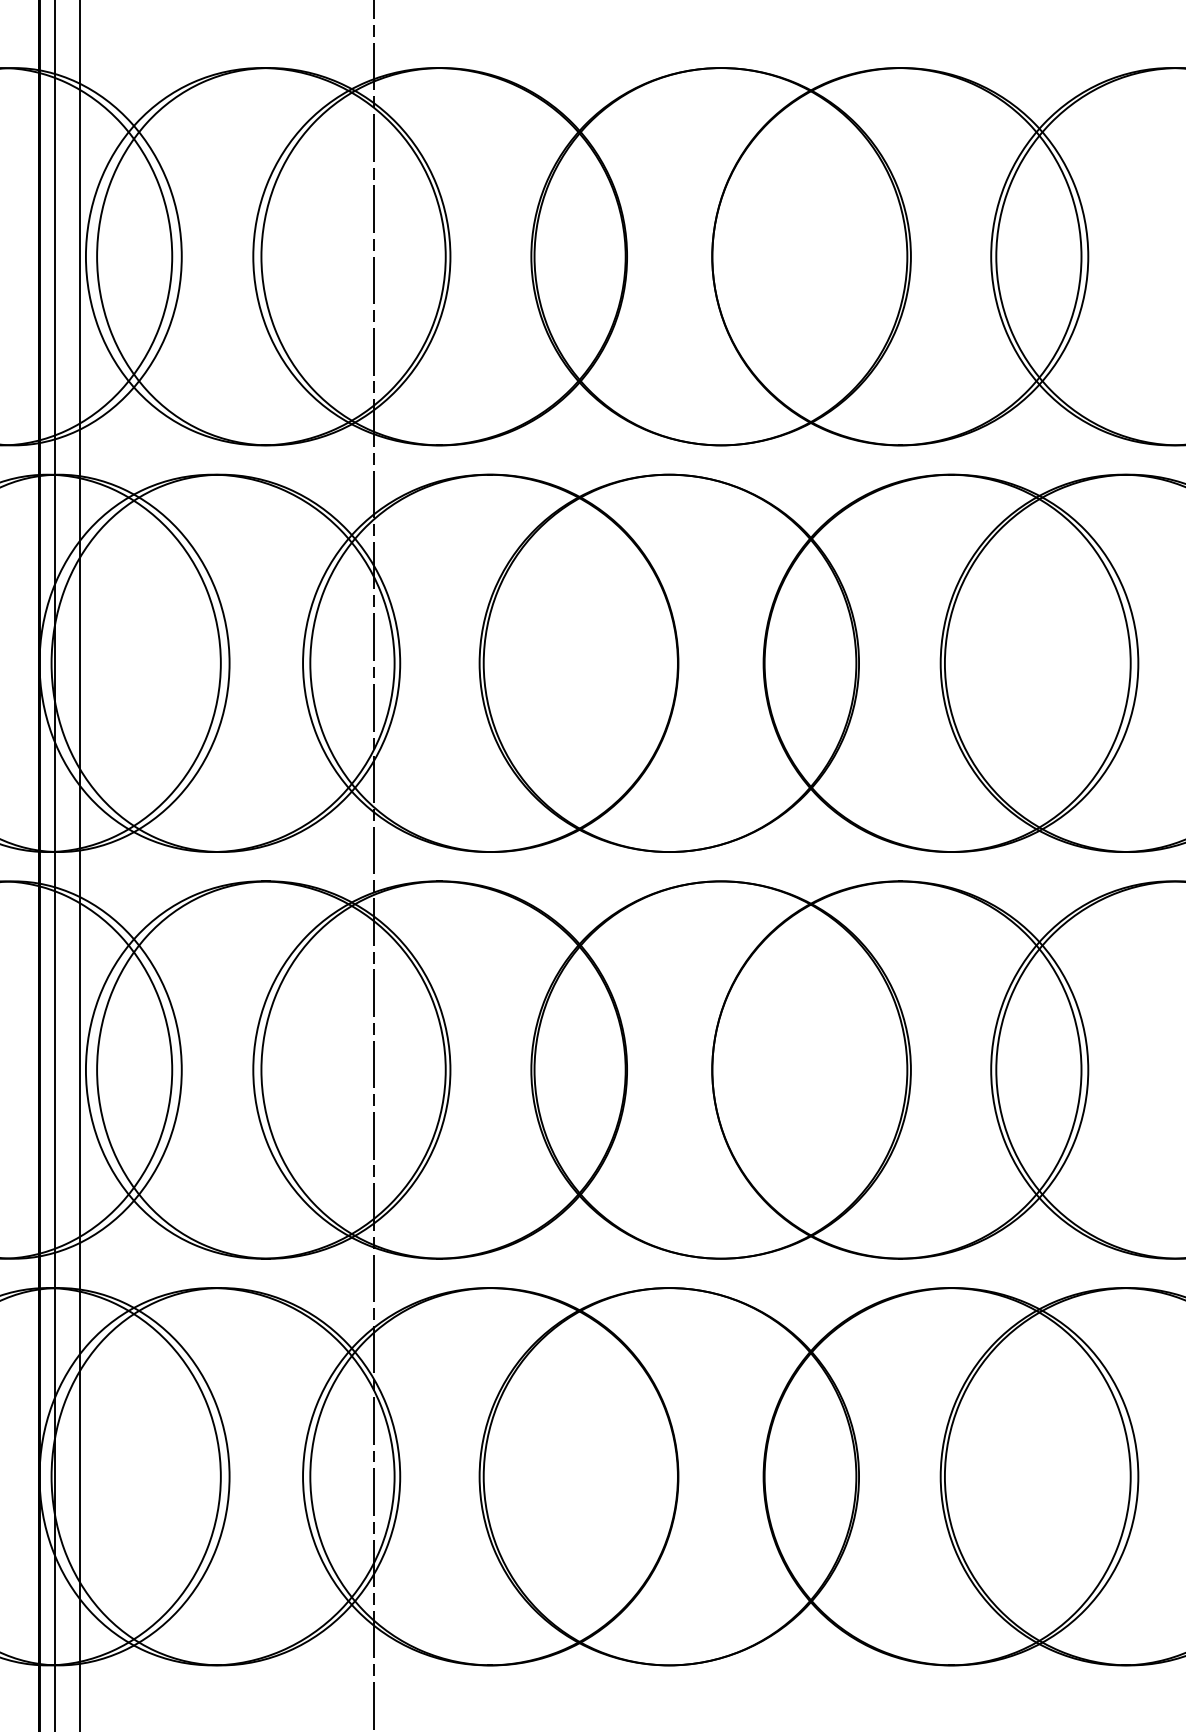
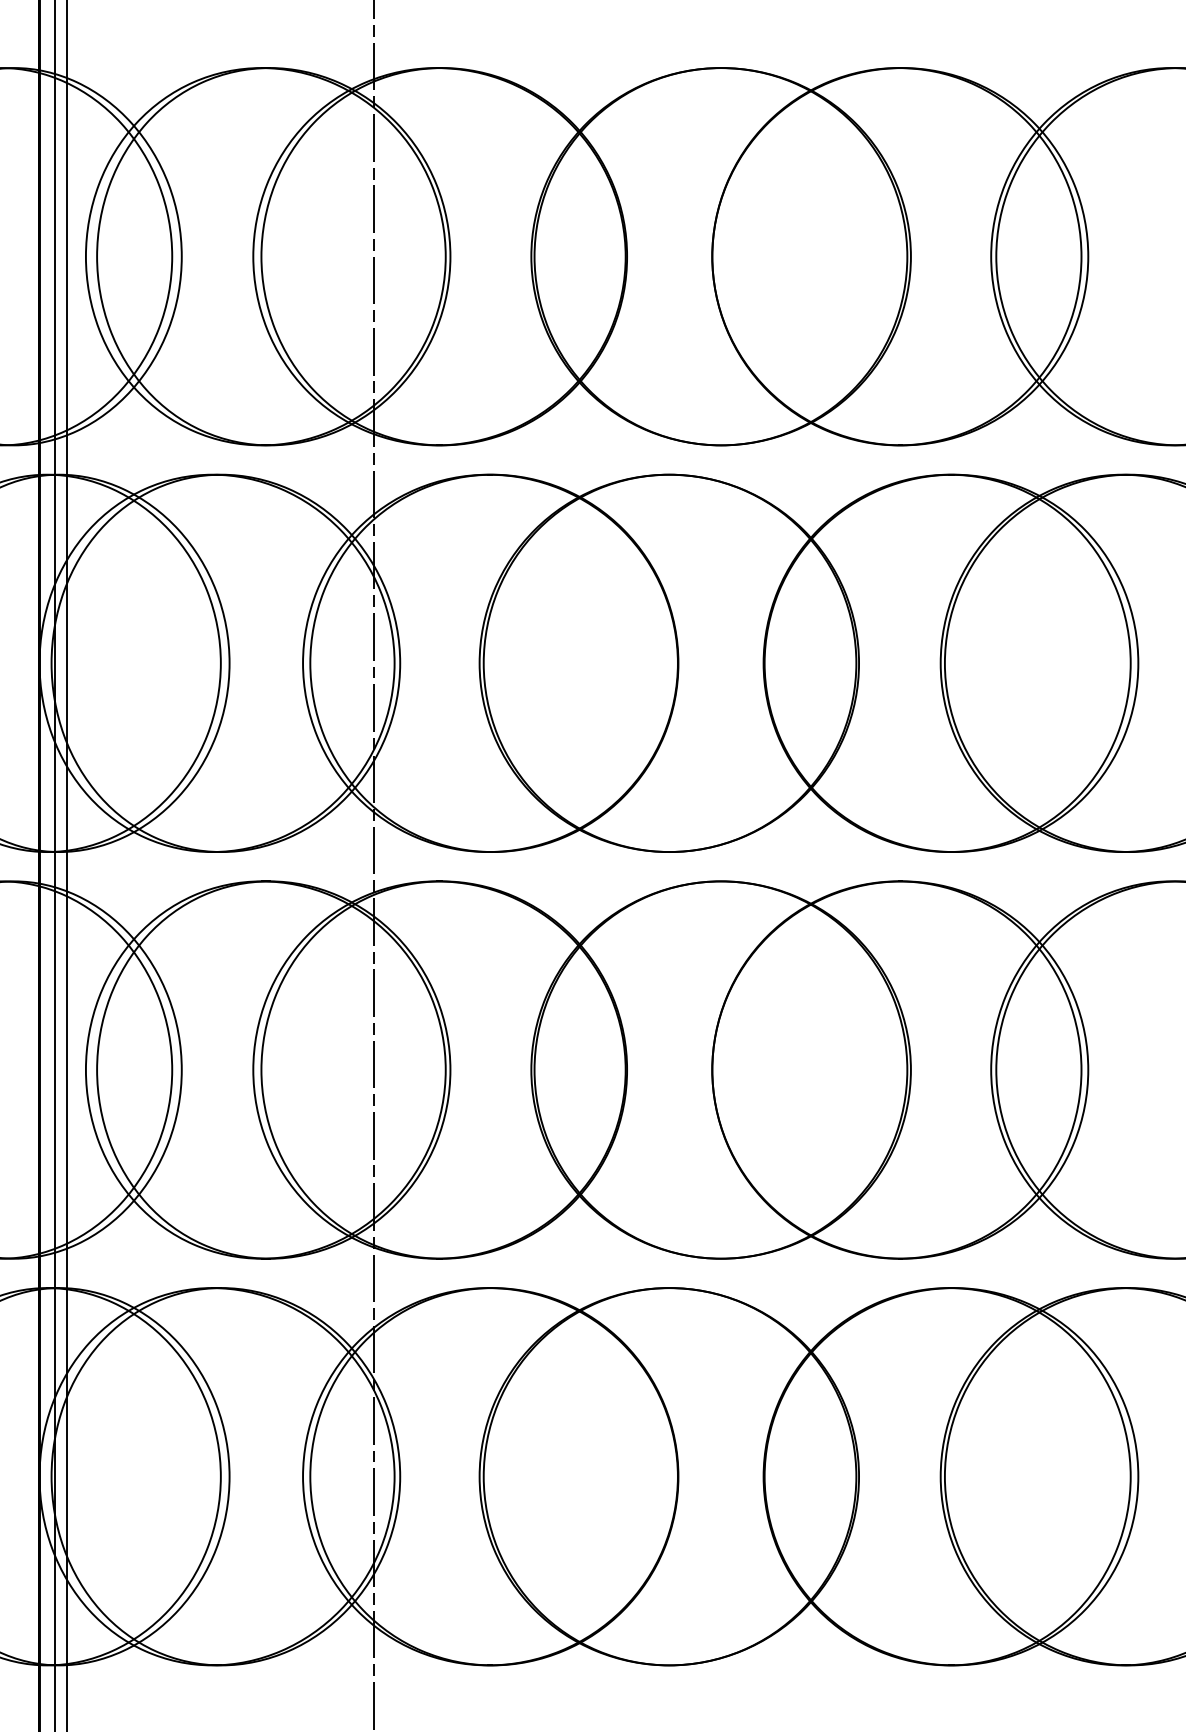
line at (79, 865) position: (79, 865) -> (66, 865)
